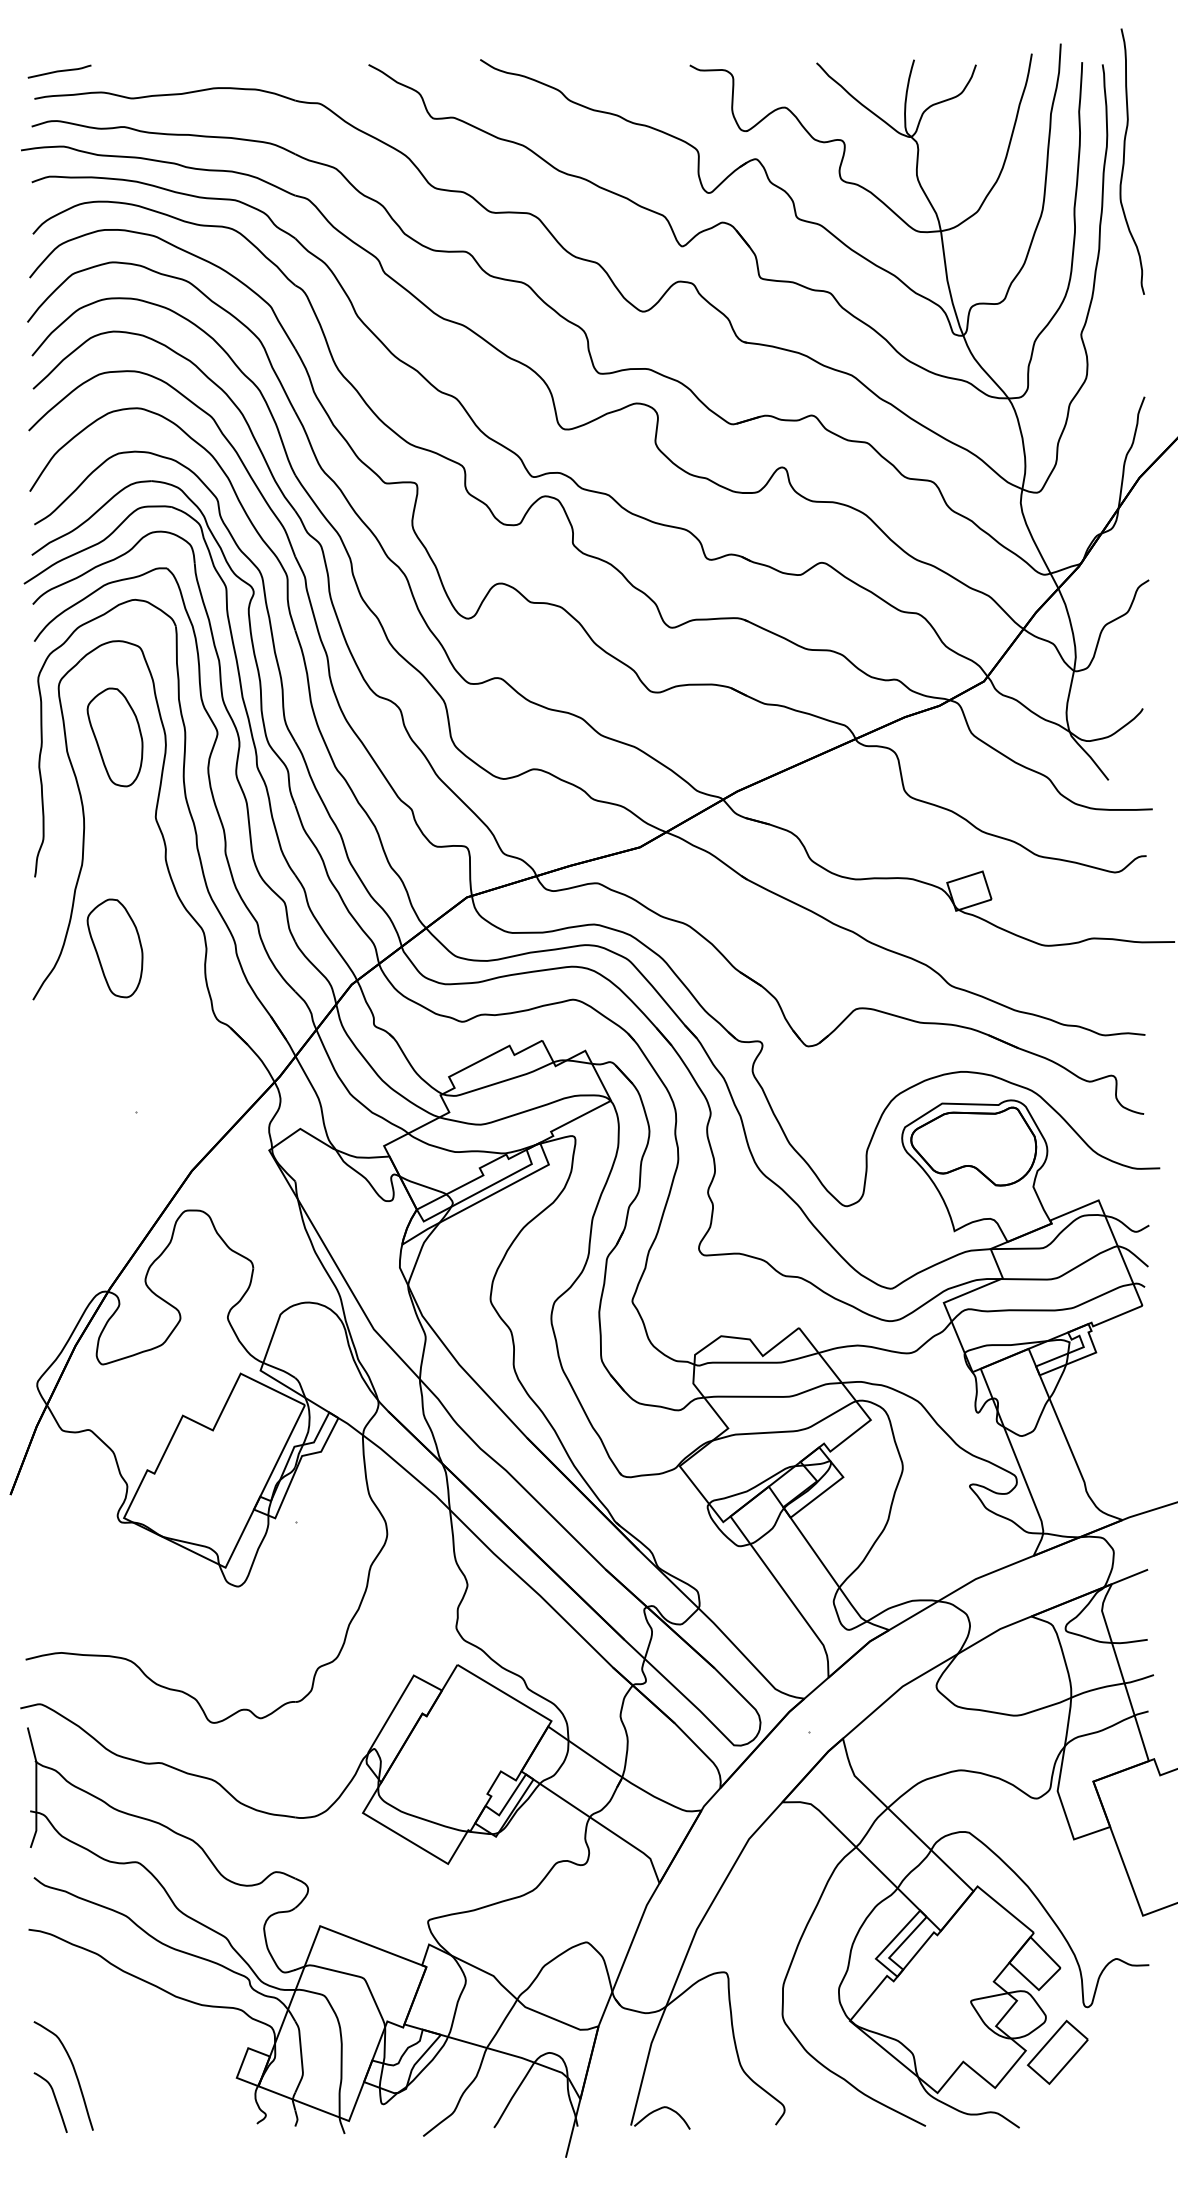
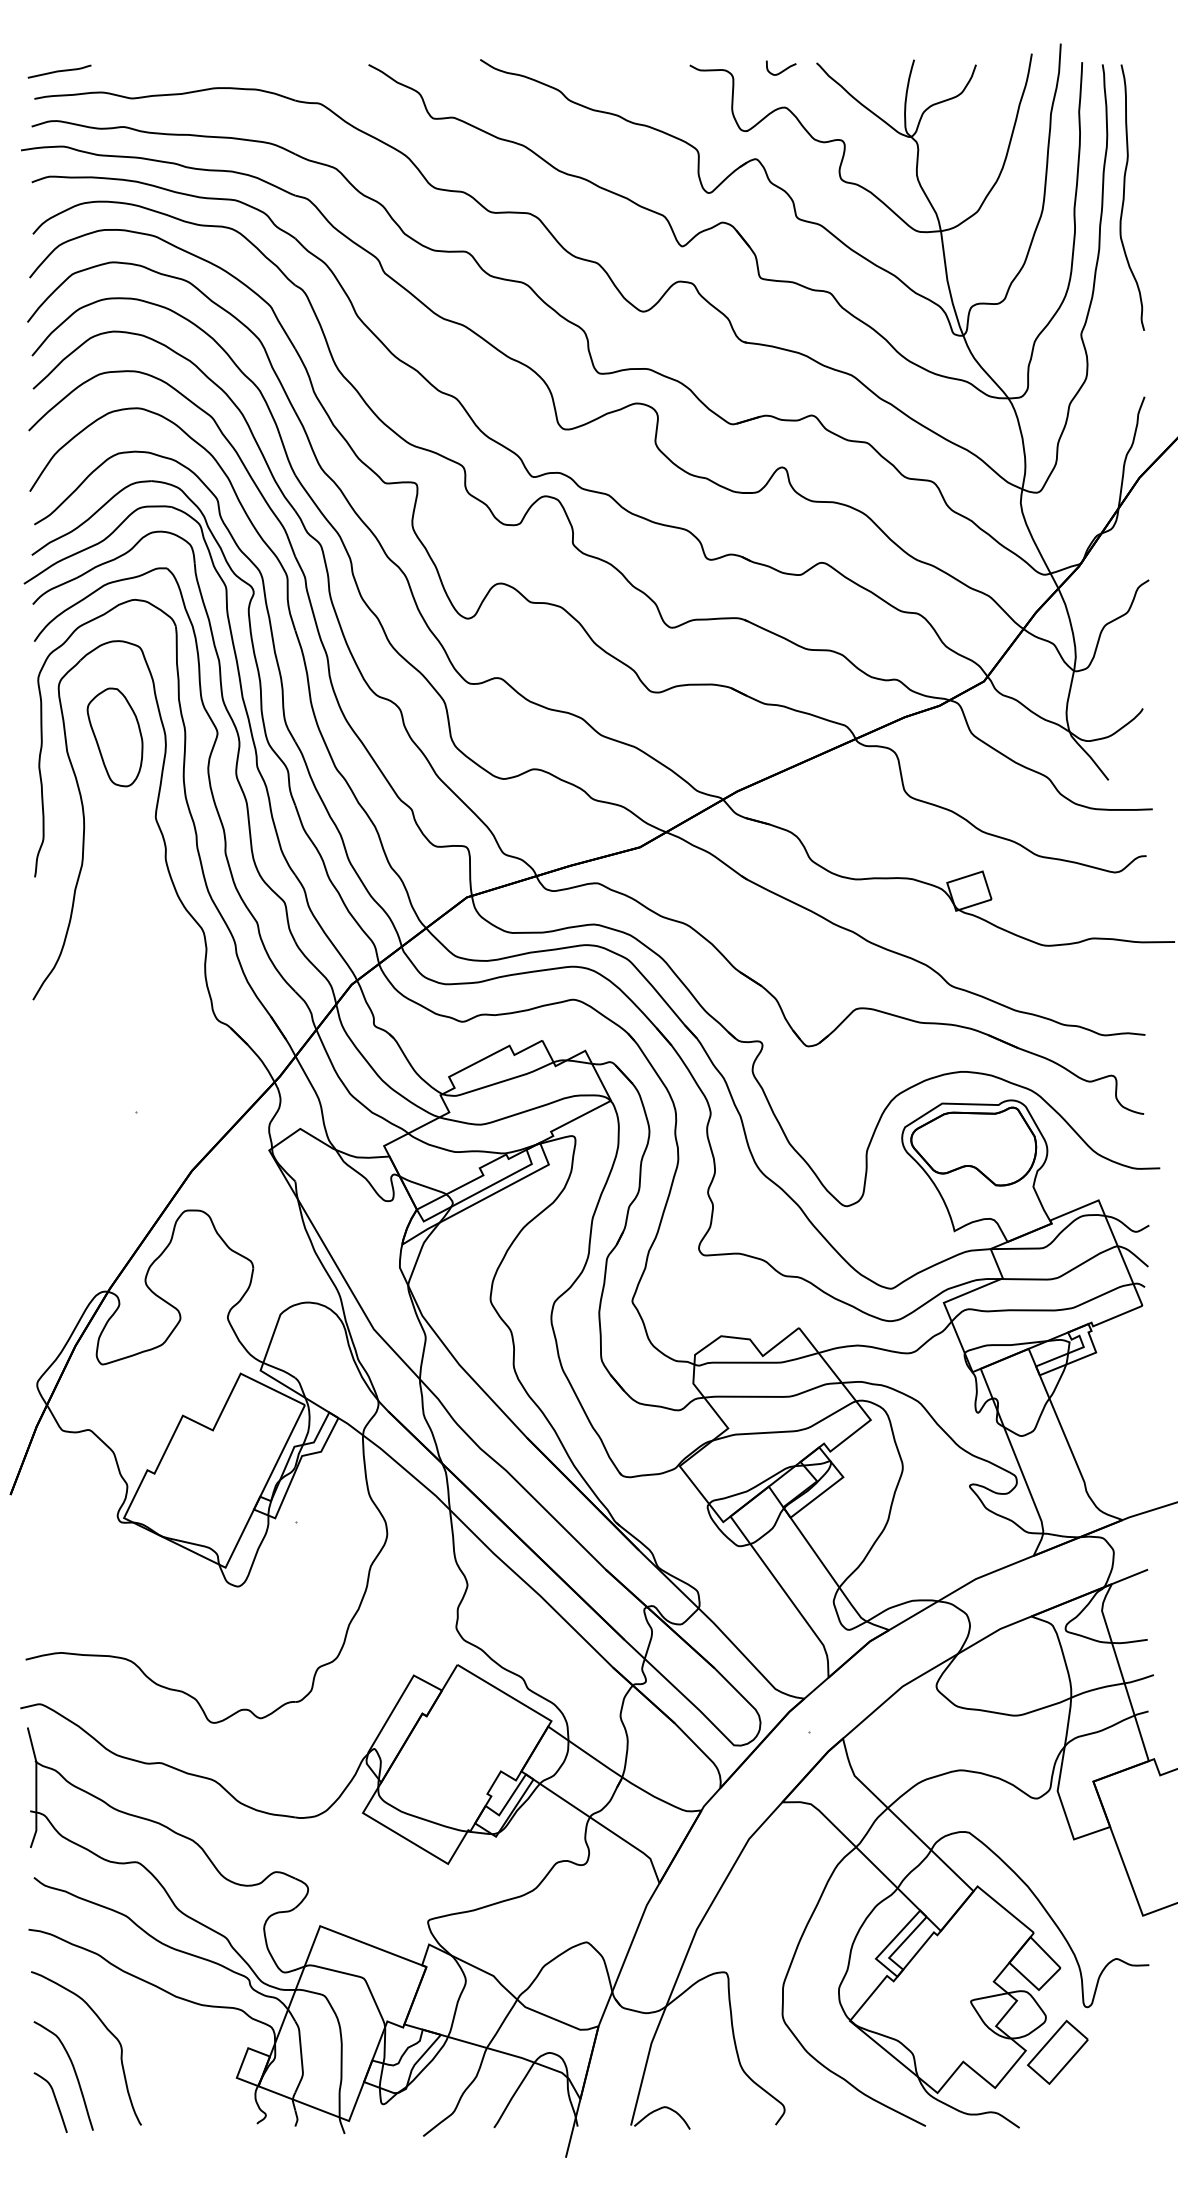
curve at (783, 69): none -> present
curve at (1124, 161) position: (1124, 161) -> (1124, 197)
part at (114, 948): present -> none
curve at (105, 2028): none -> present
